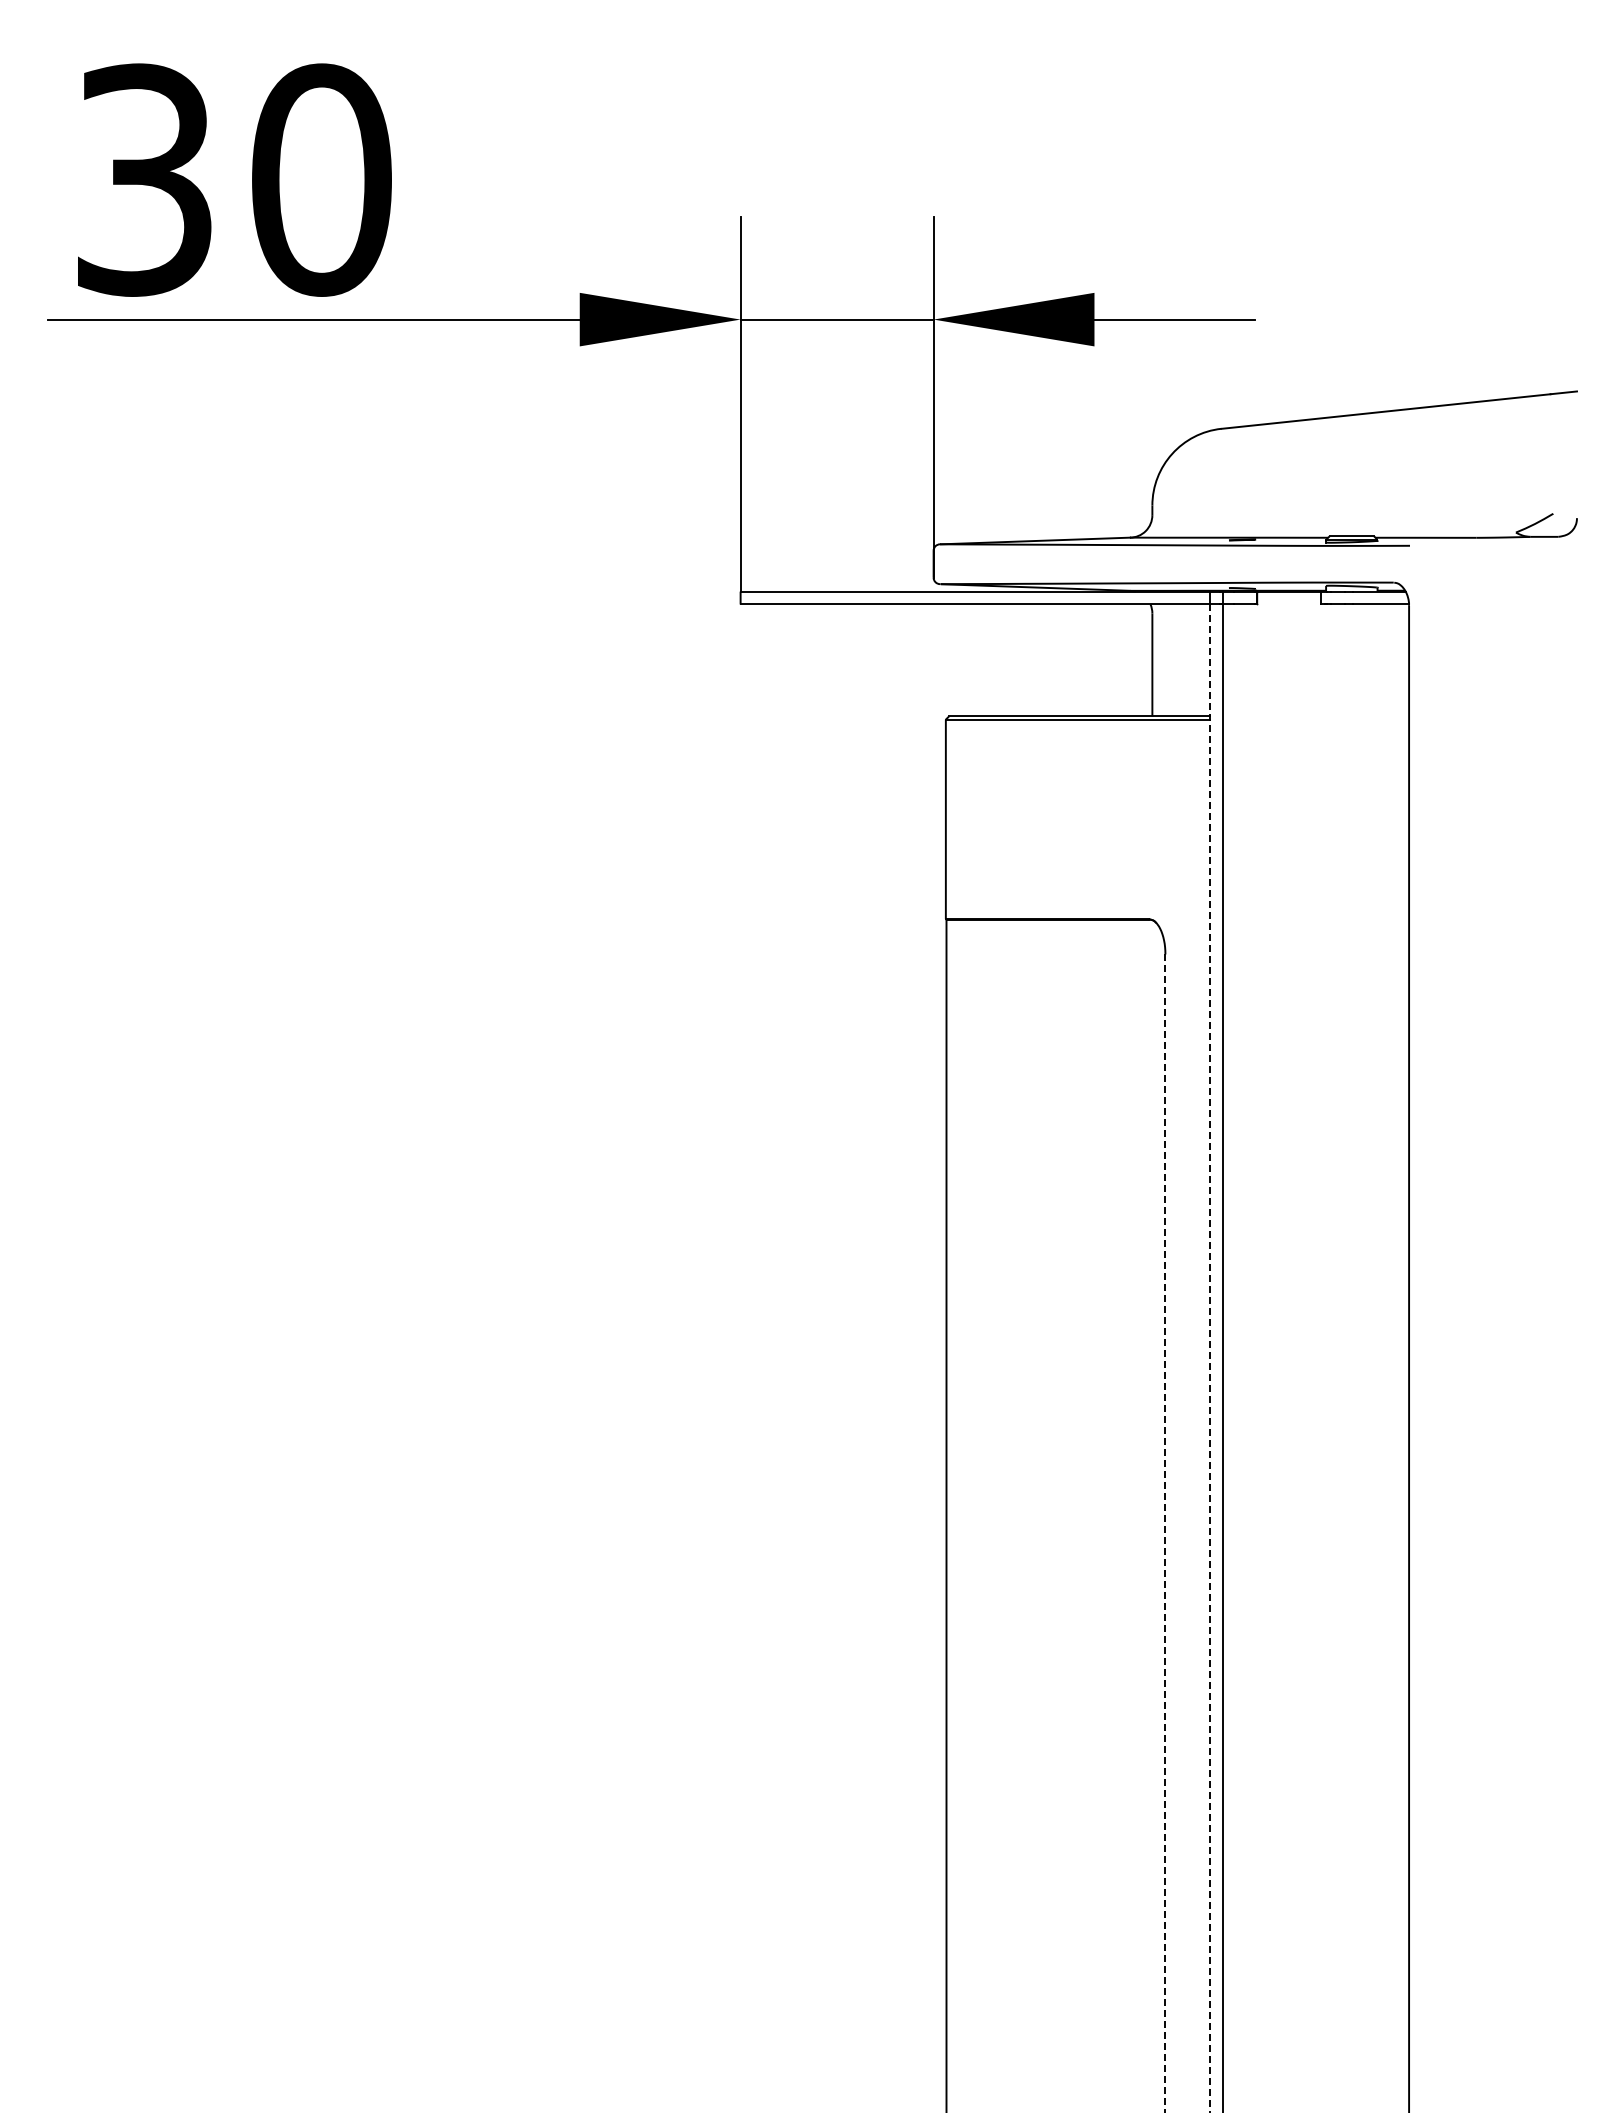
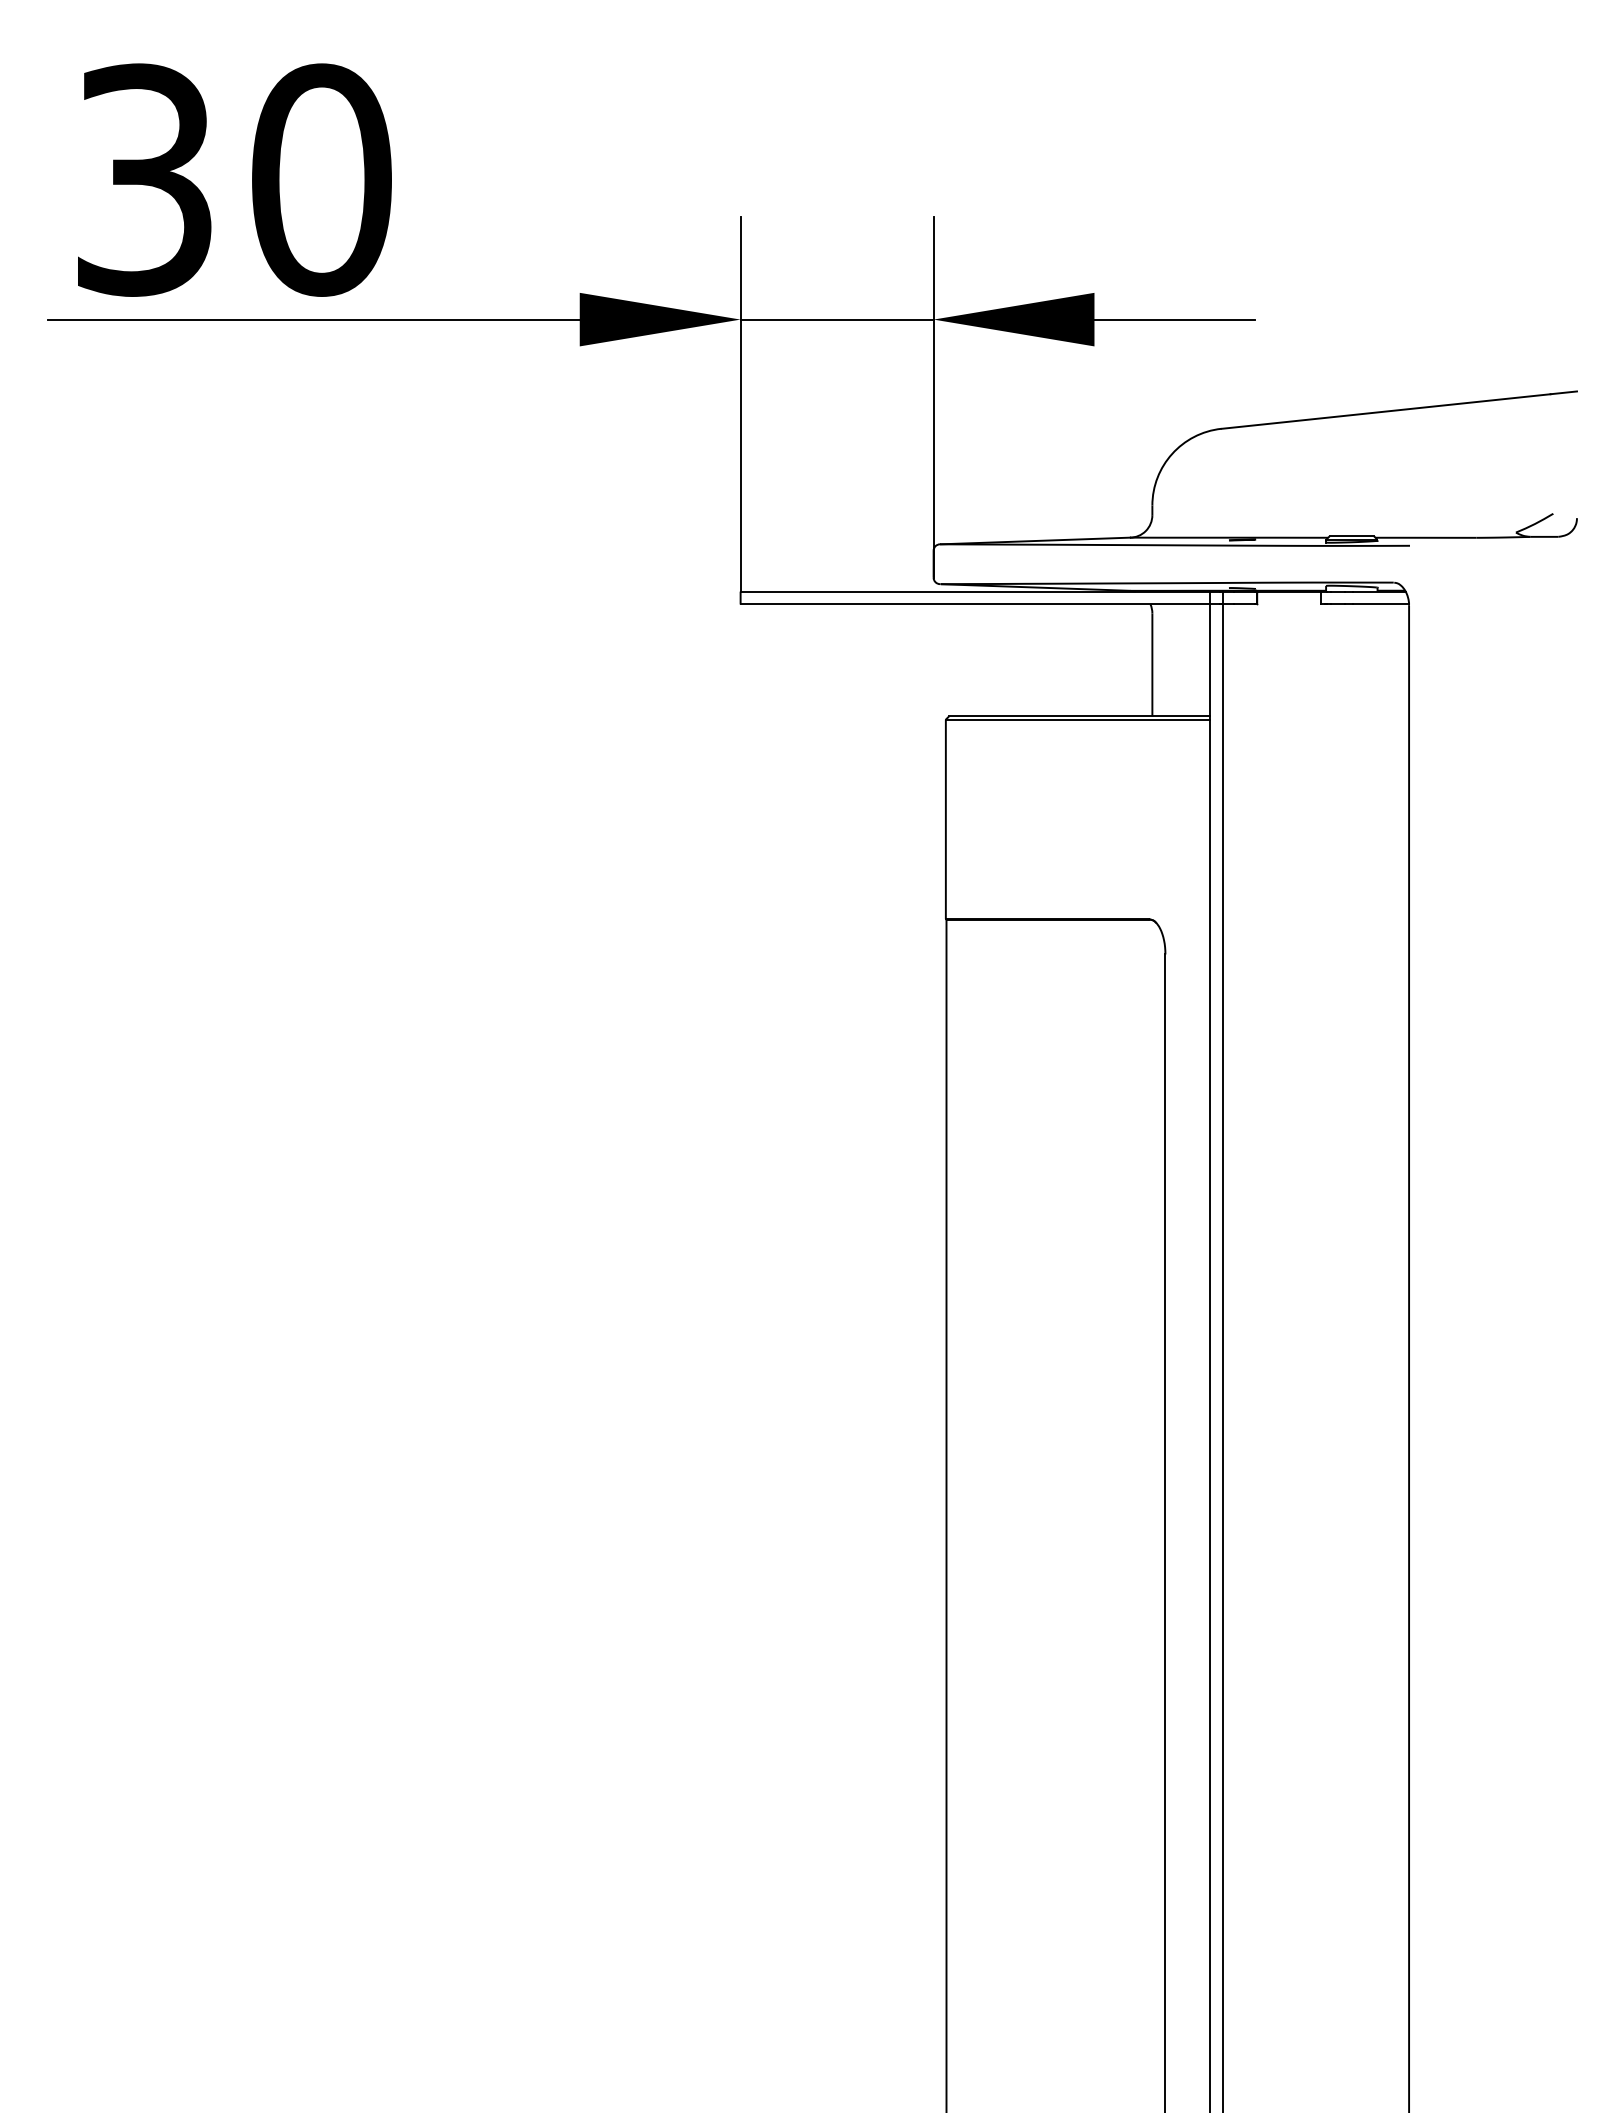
line at (1210, 1358): dashed -> solid
line at (1165, 1533): dashed -> solid
